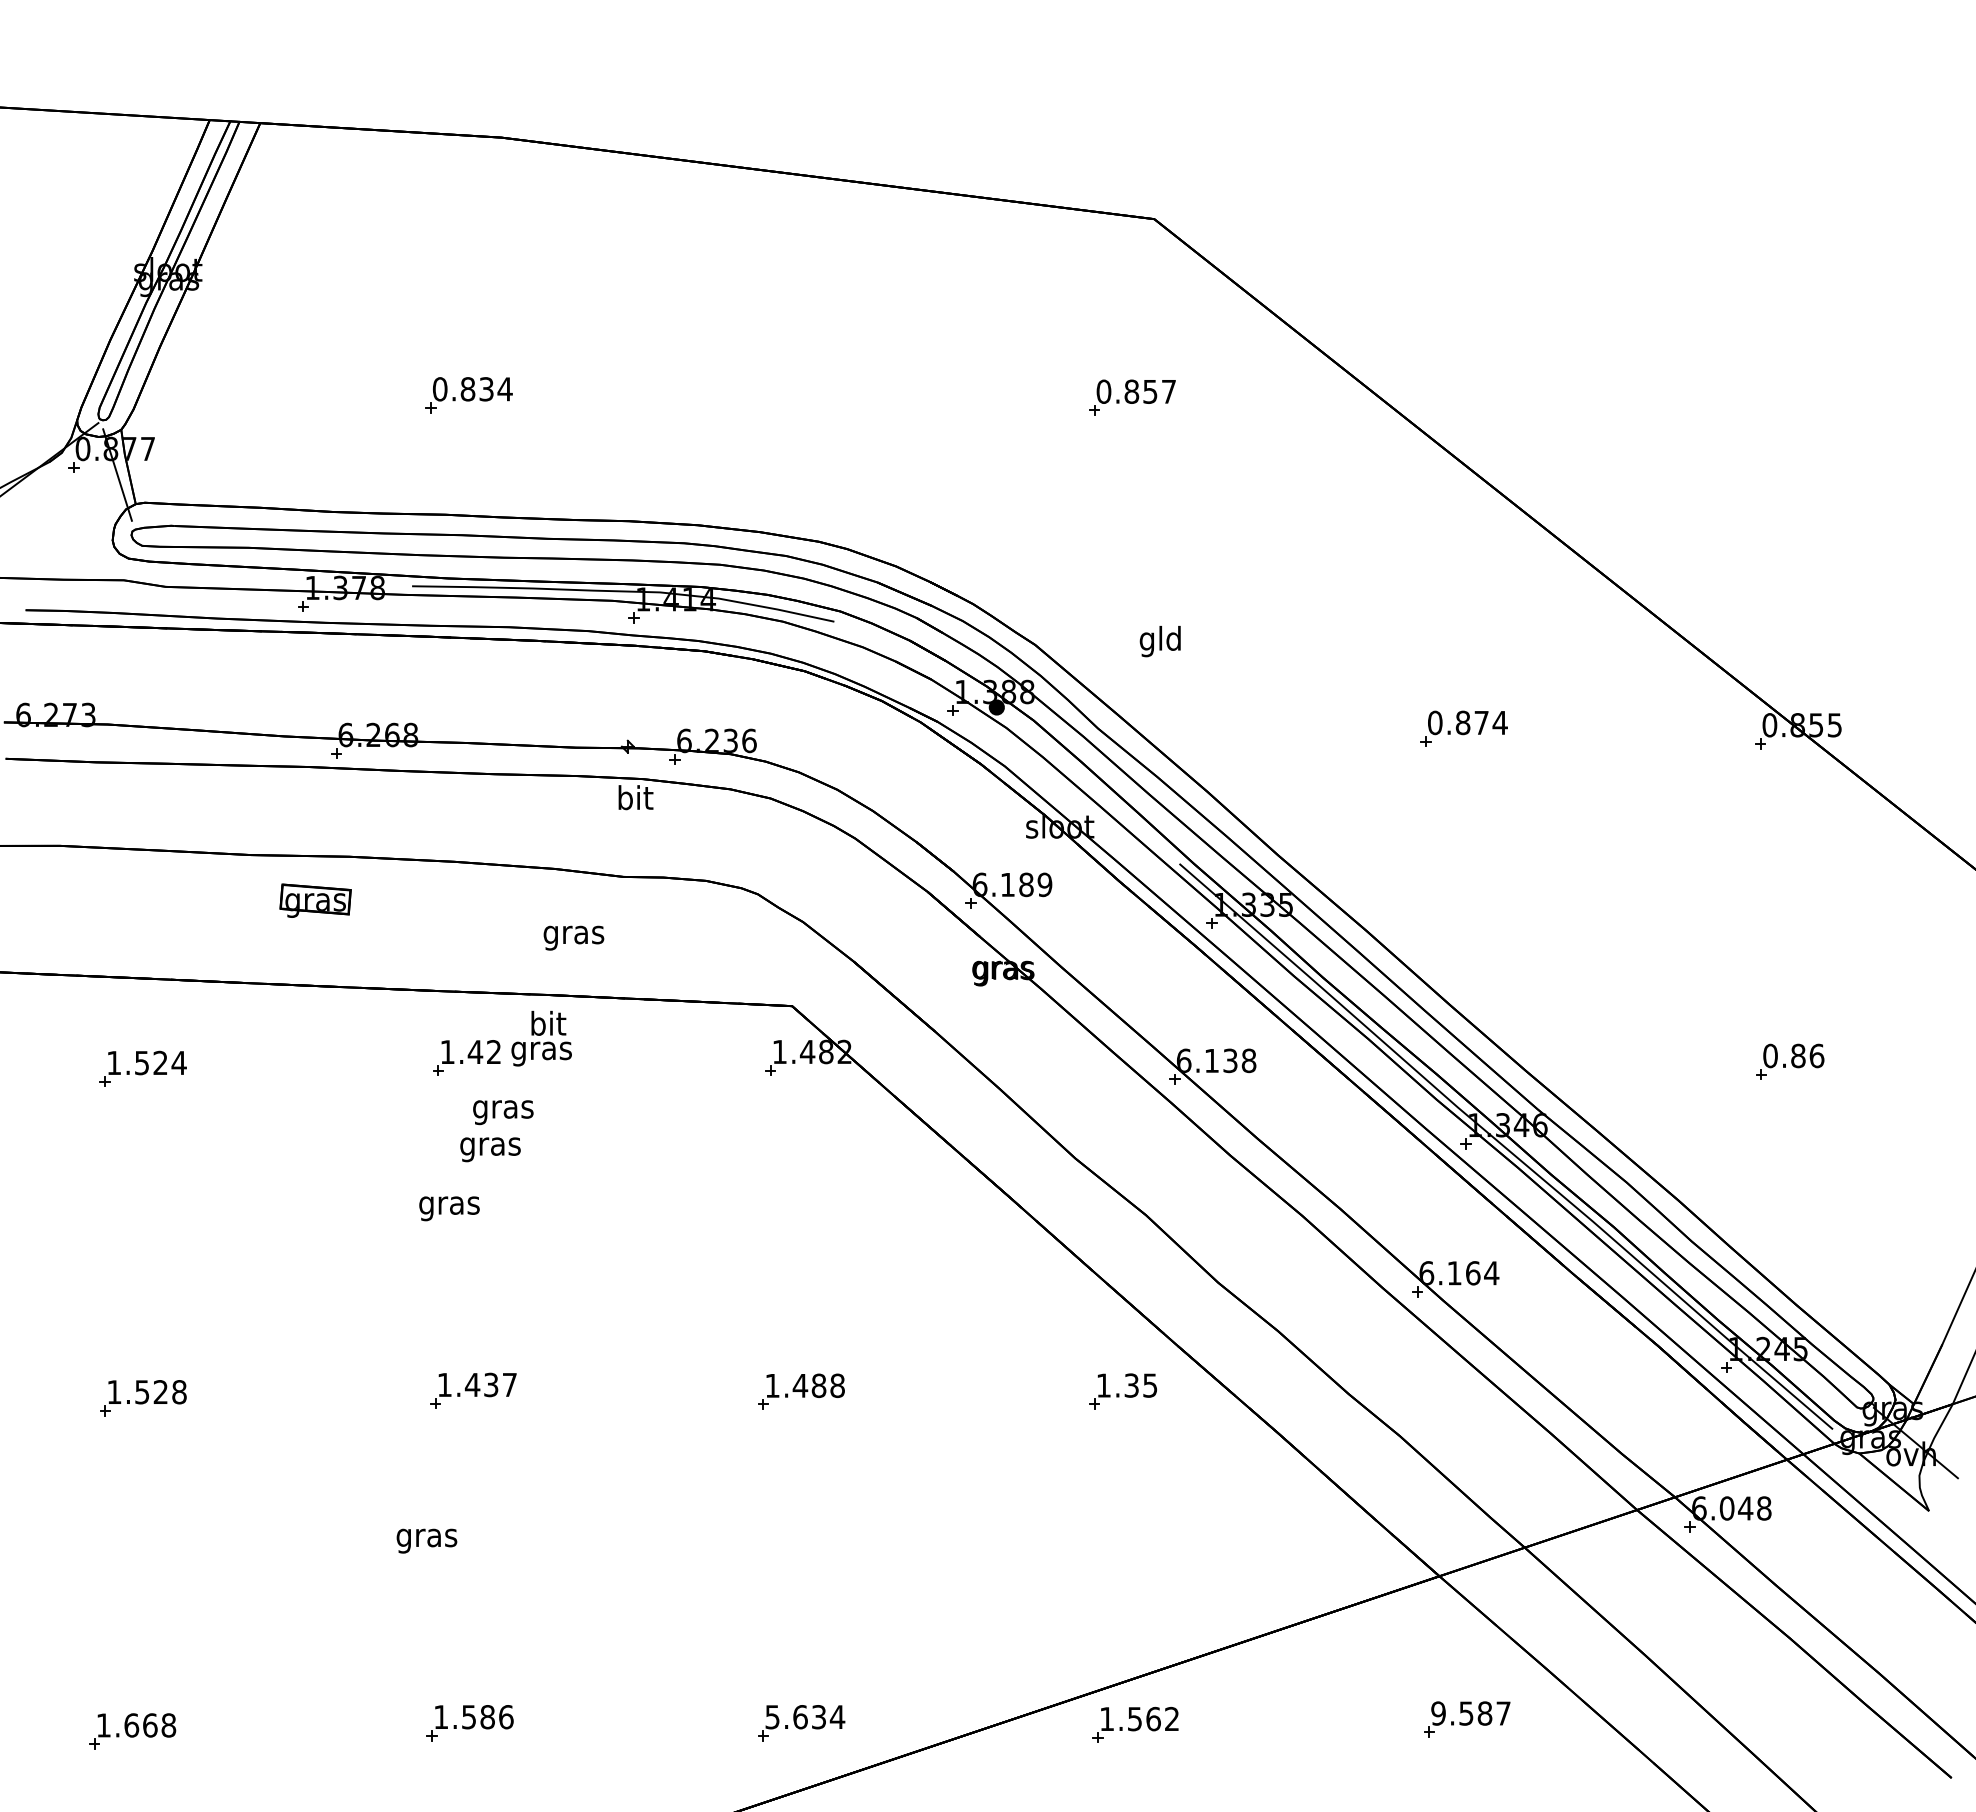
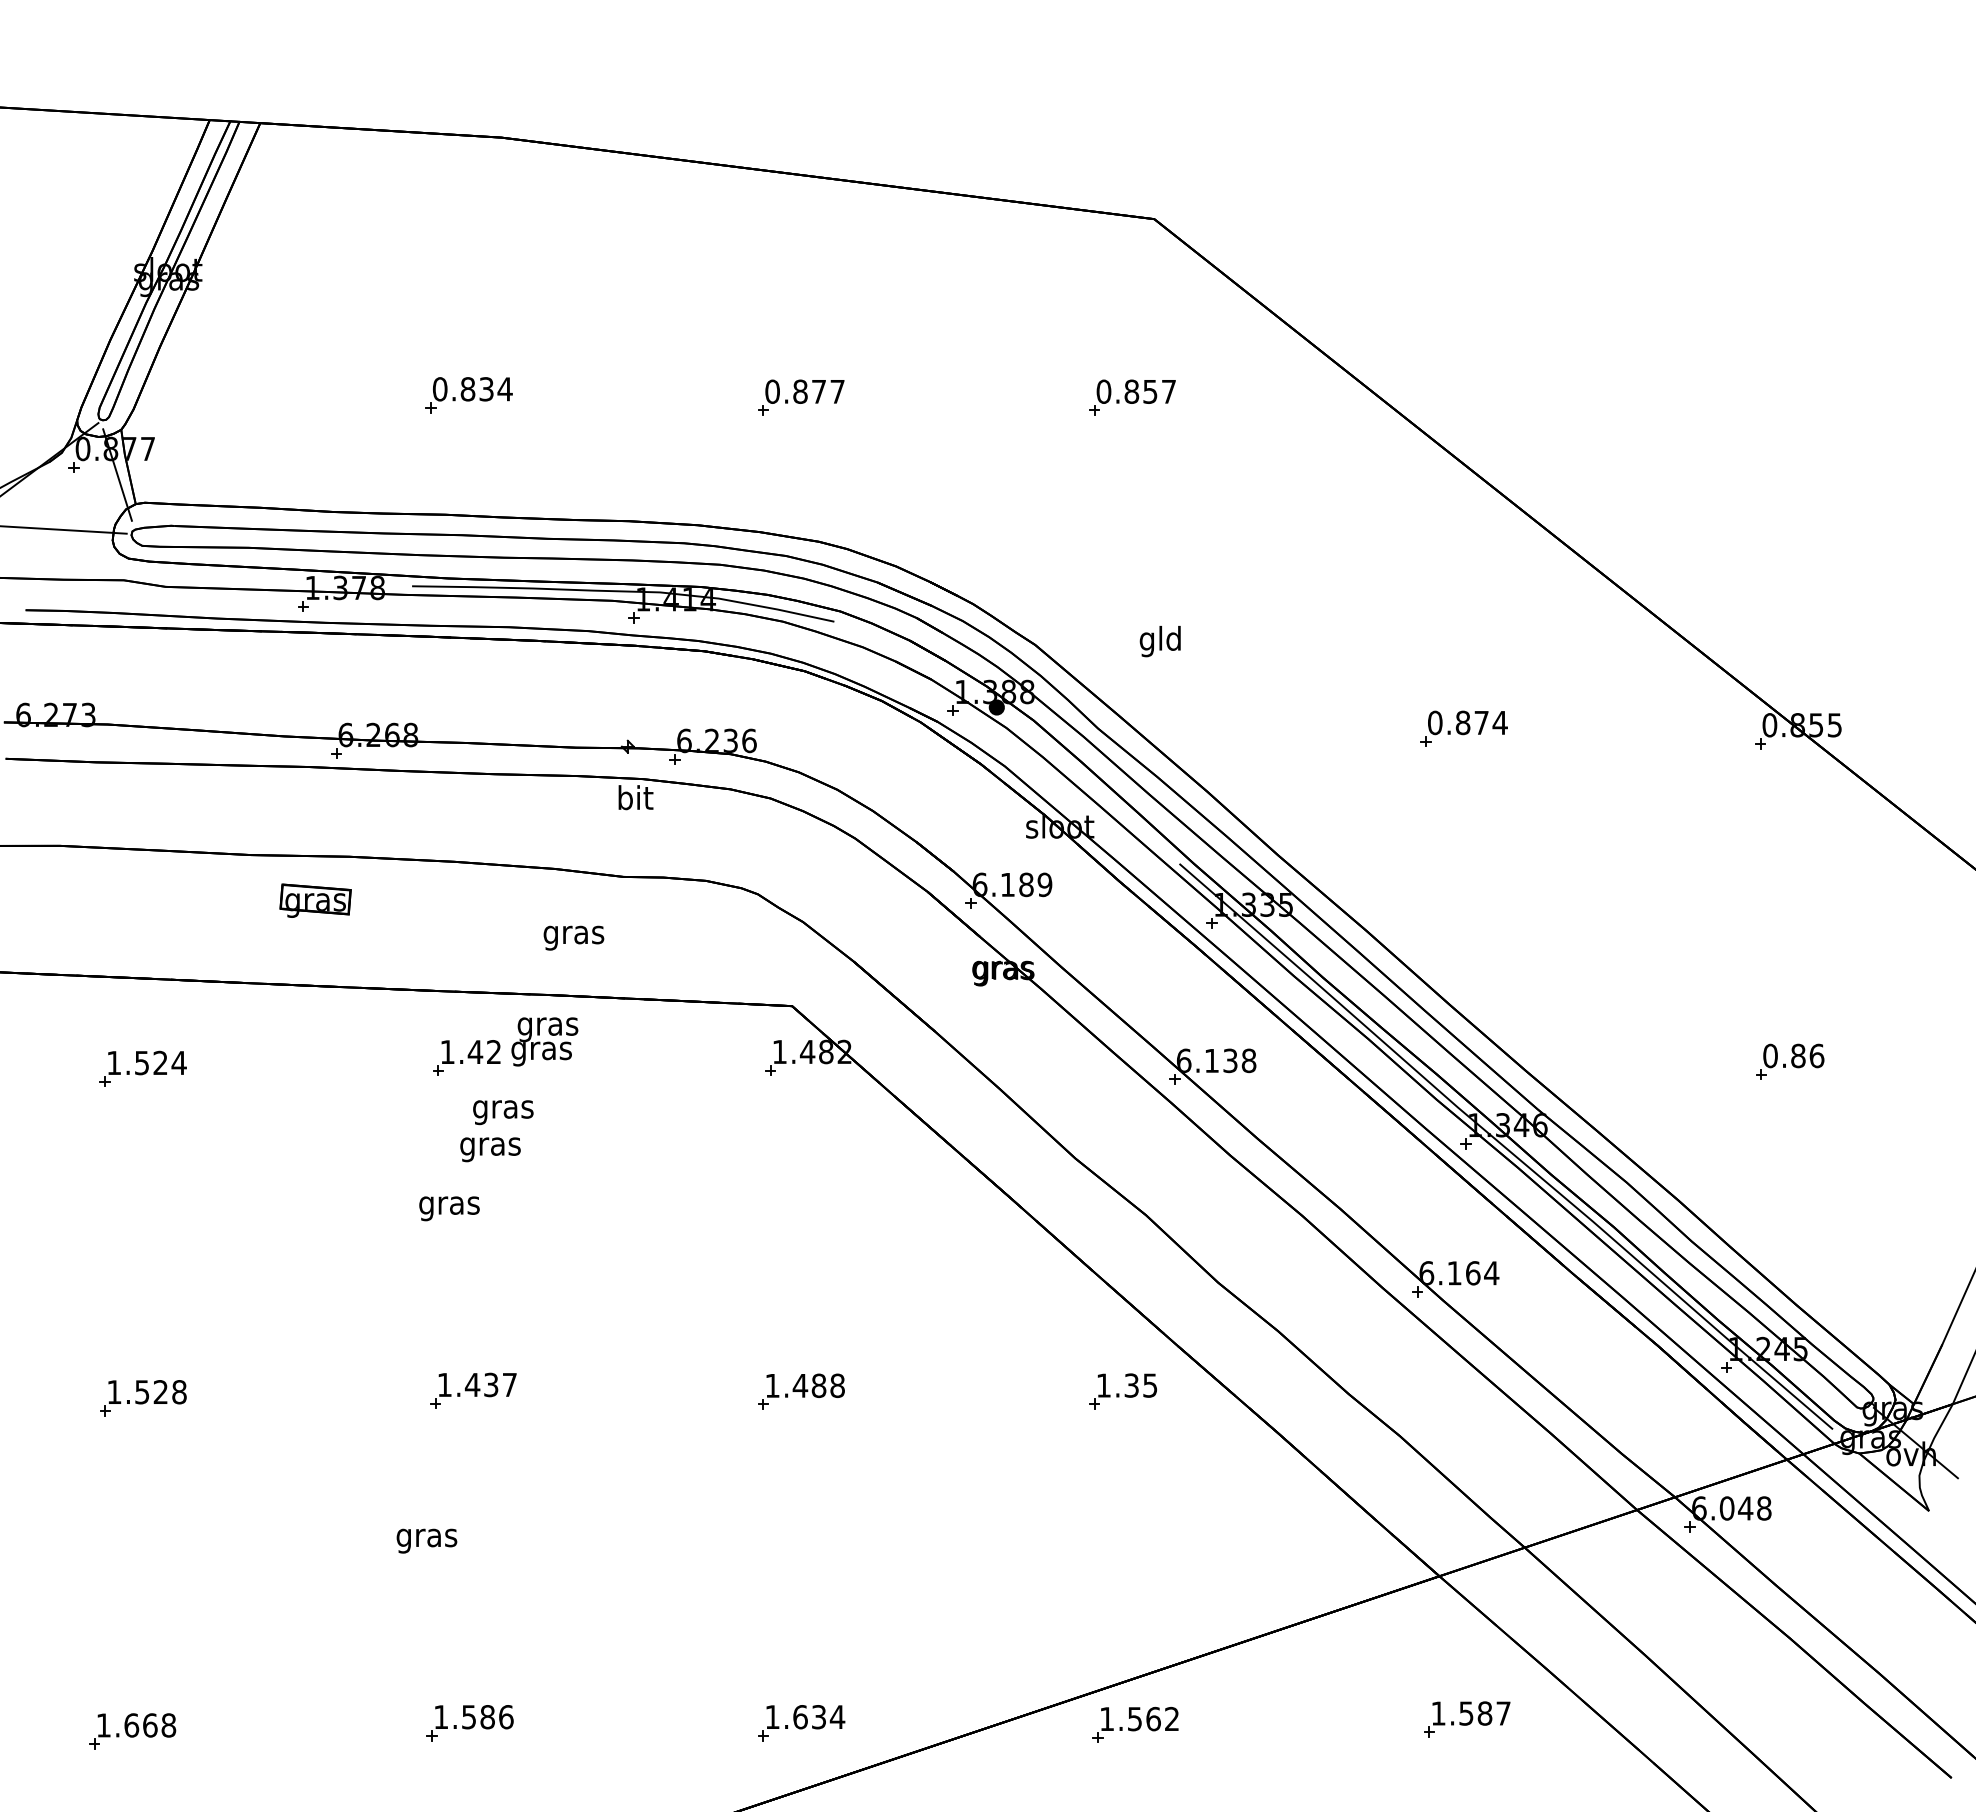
part at (801, 397): none -> present
line at (64, 529): none -> present
text at (547, 1026): bit -> gras
text at (1438, 1713): 9.587 -> 1.587
text at (772, 1717): 5.634 -> 1.634
